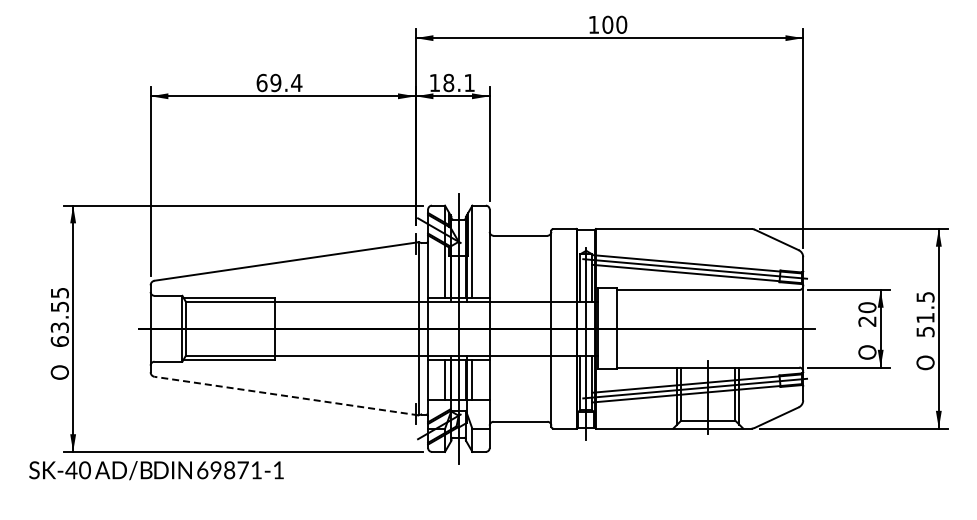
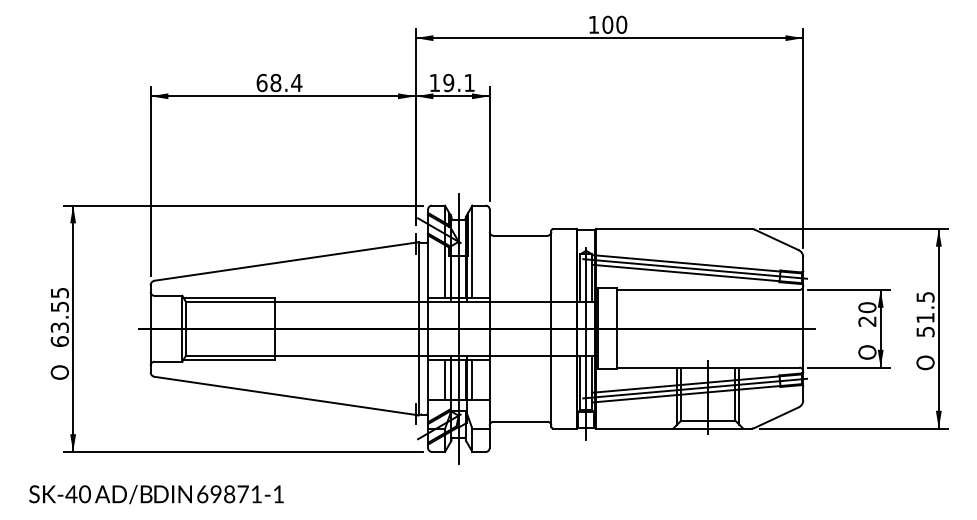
text at (275, 83): 69.4 -> 68.4
text at (448, 83): 18.1 -> 19.1
line at (286, 396): dashed -> solid
text at (156, 470) position: (156, 470) -> (156, 494)
